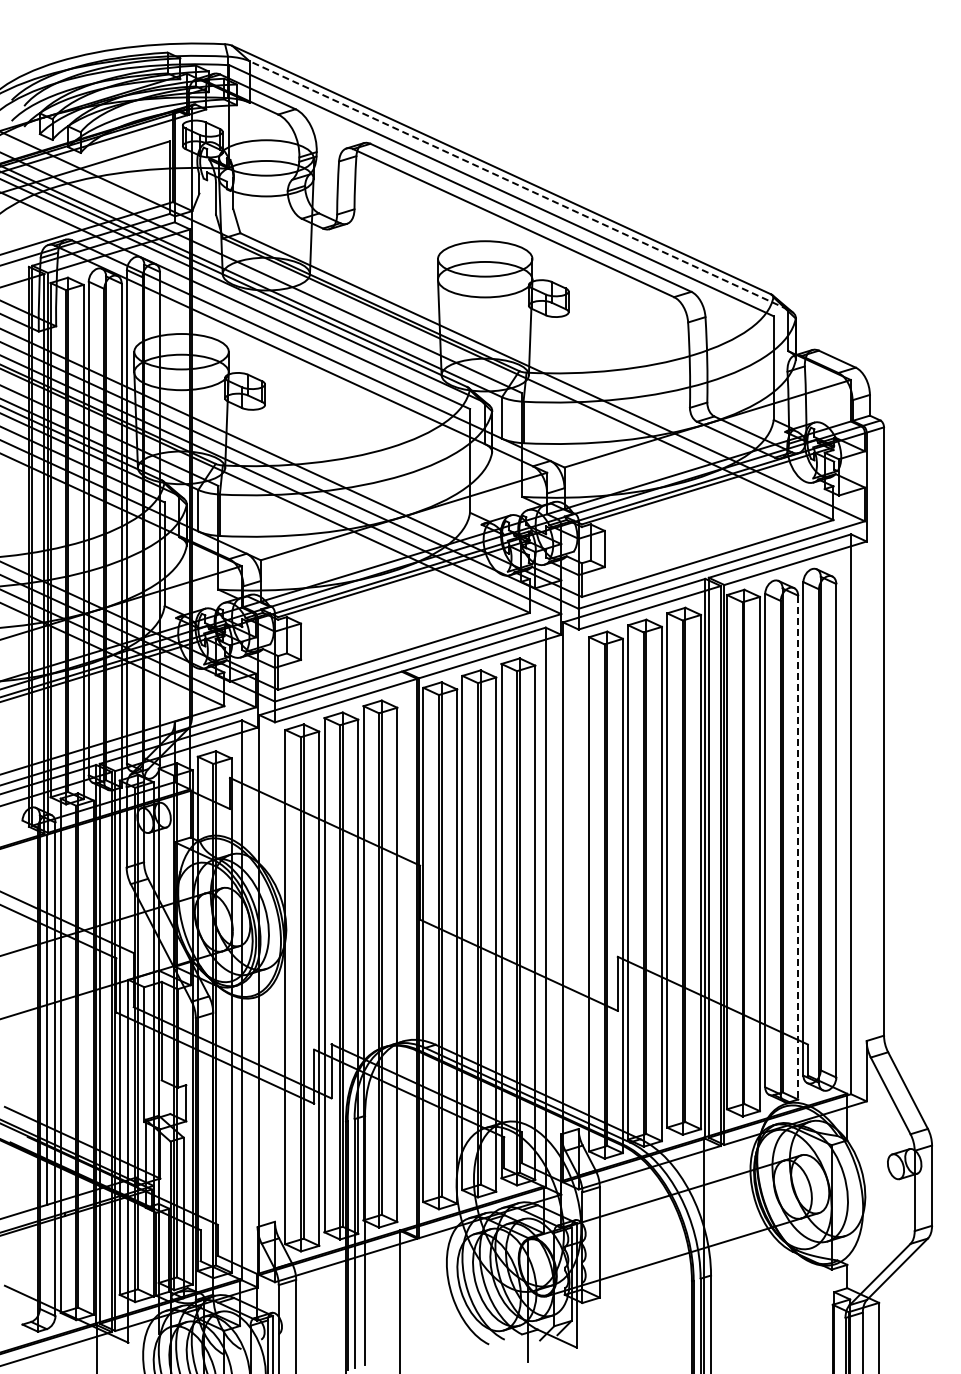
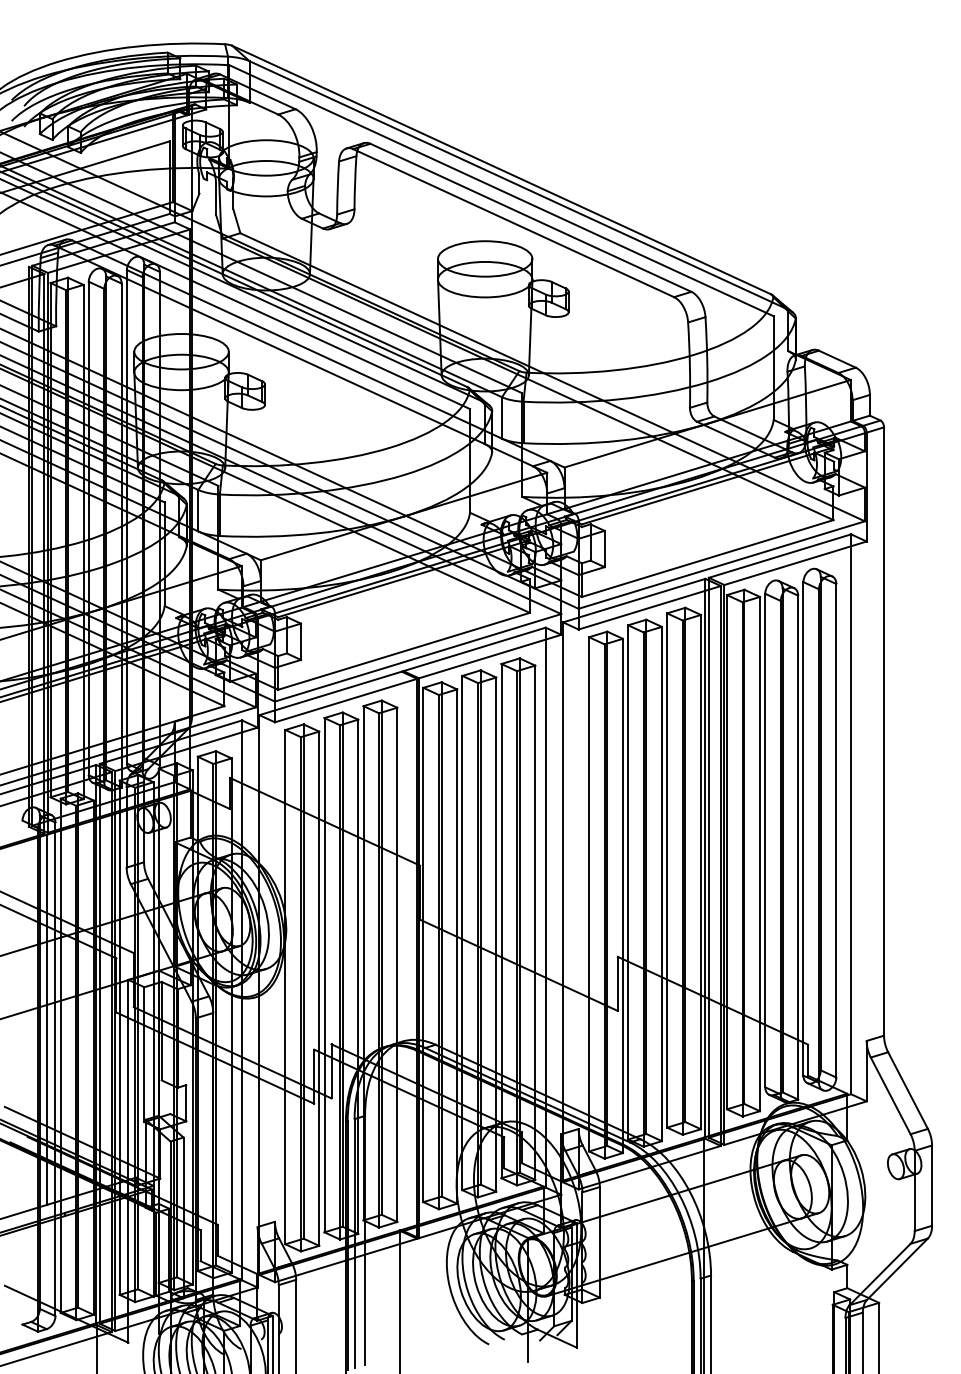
line at (518, 185): dashed -> solid
line at (798, 847): dashed -> solid
